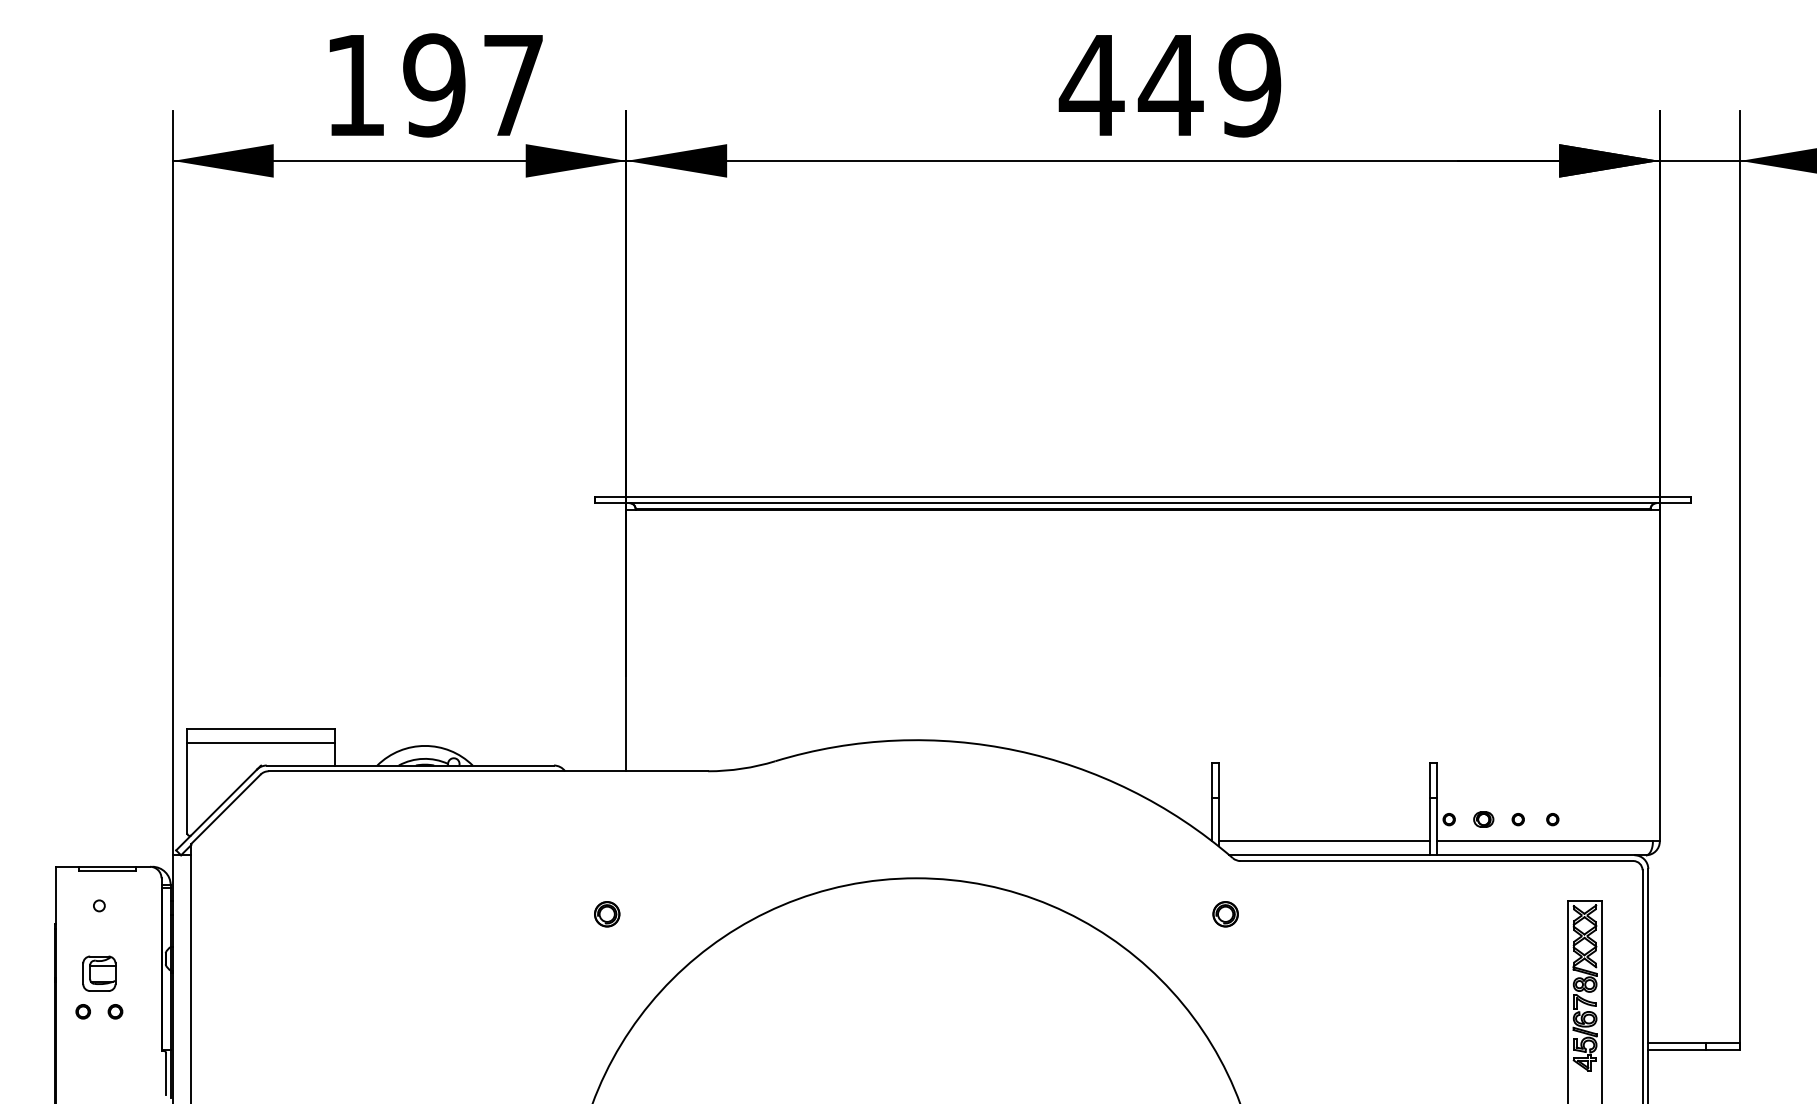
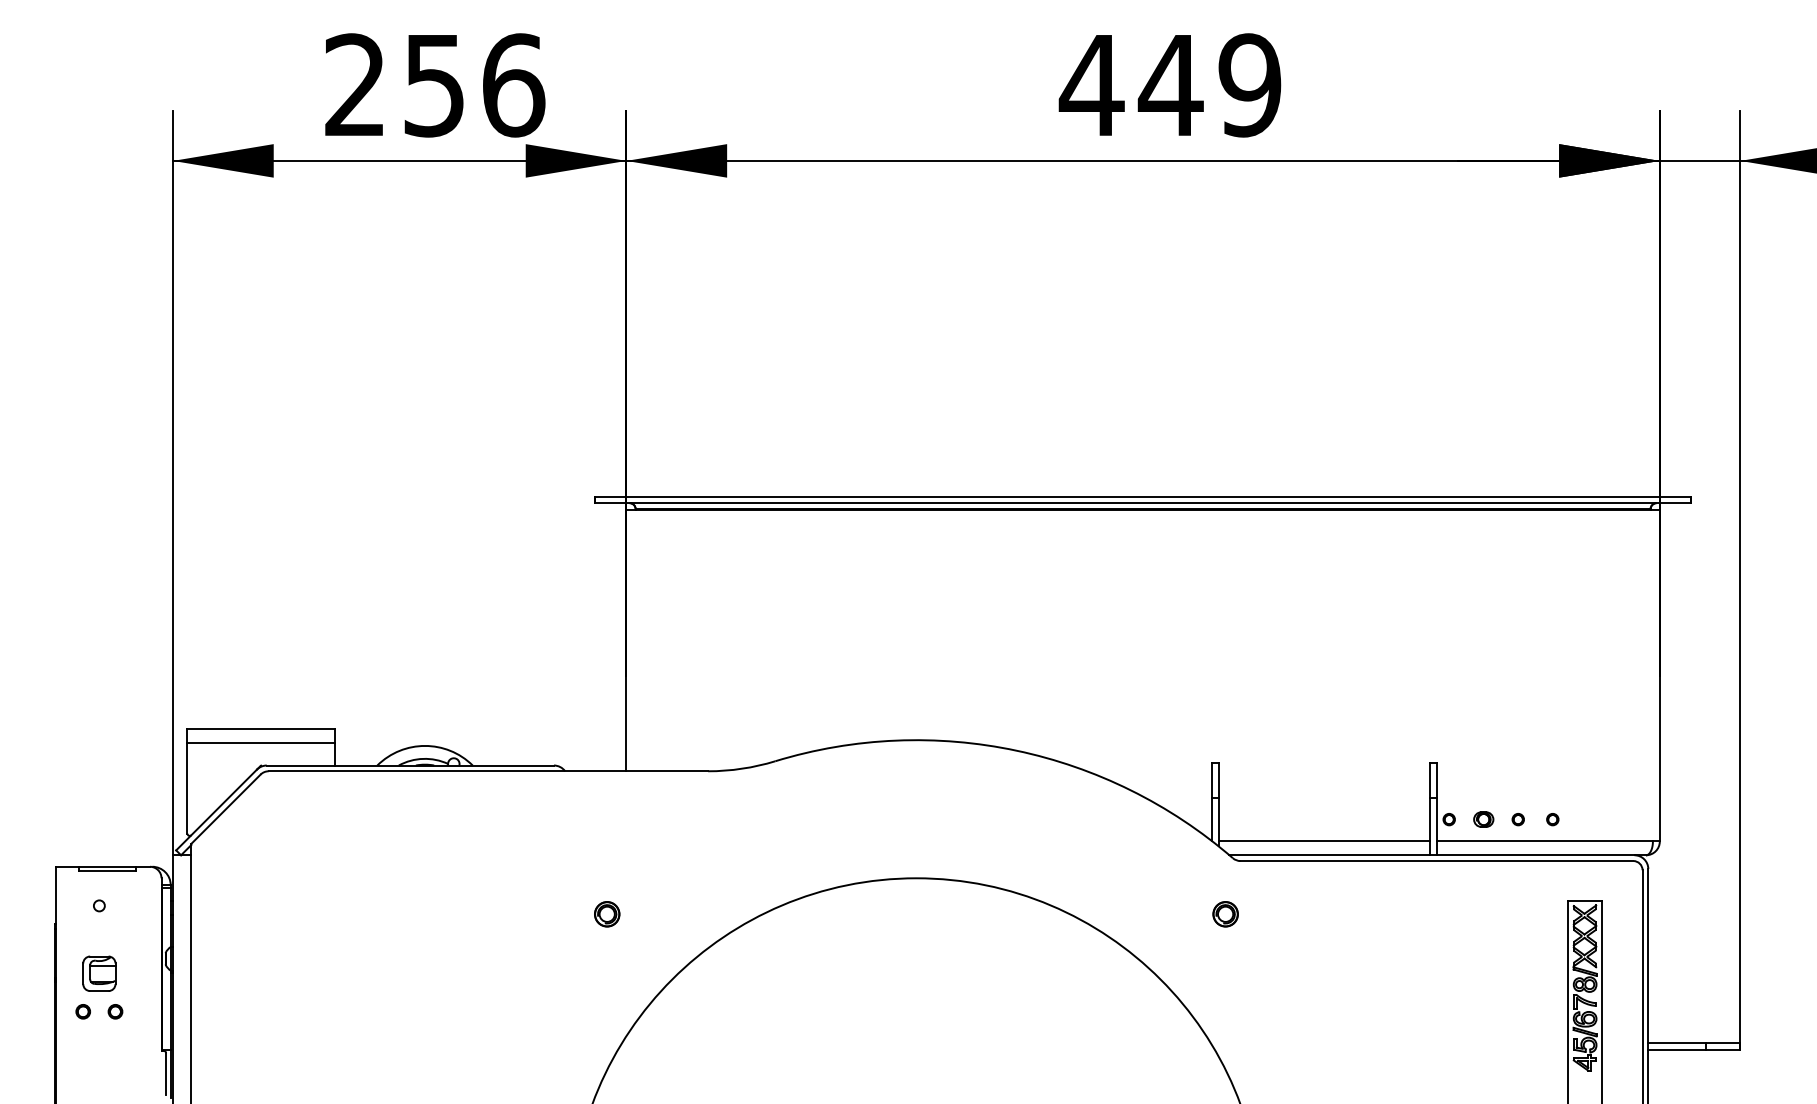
text at (435, 85): 197 -> 256
